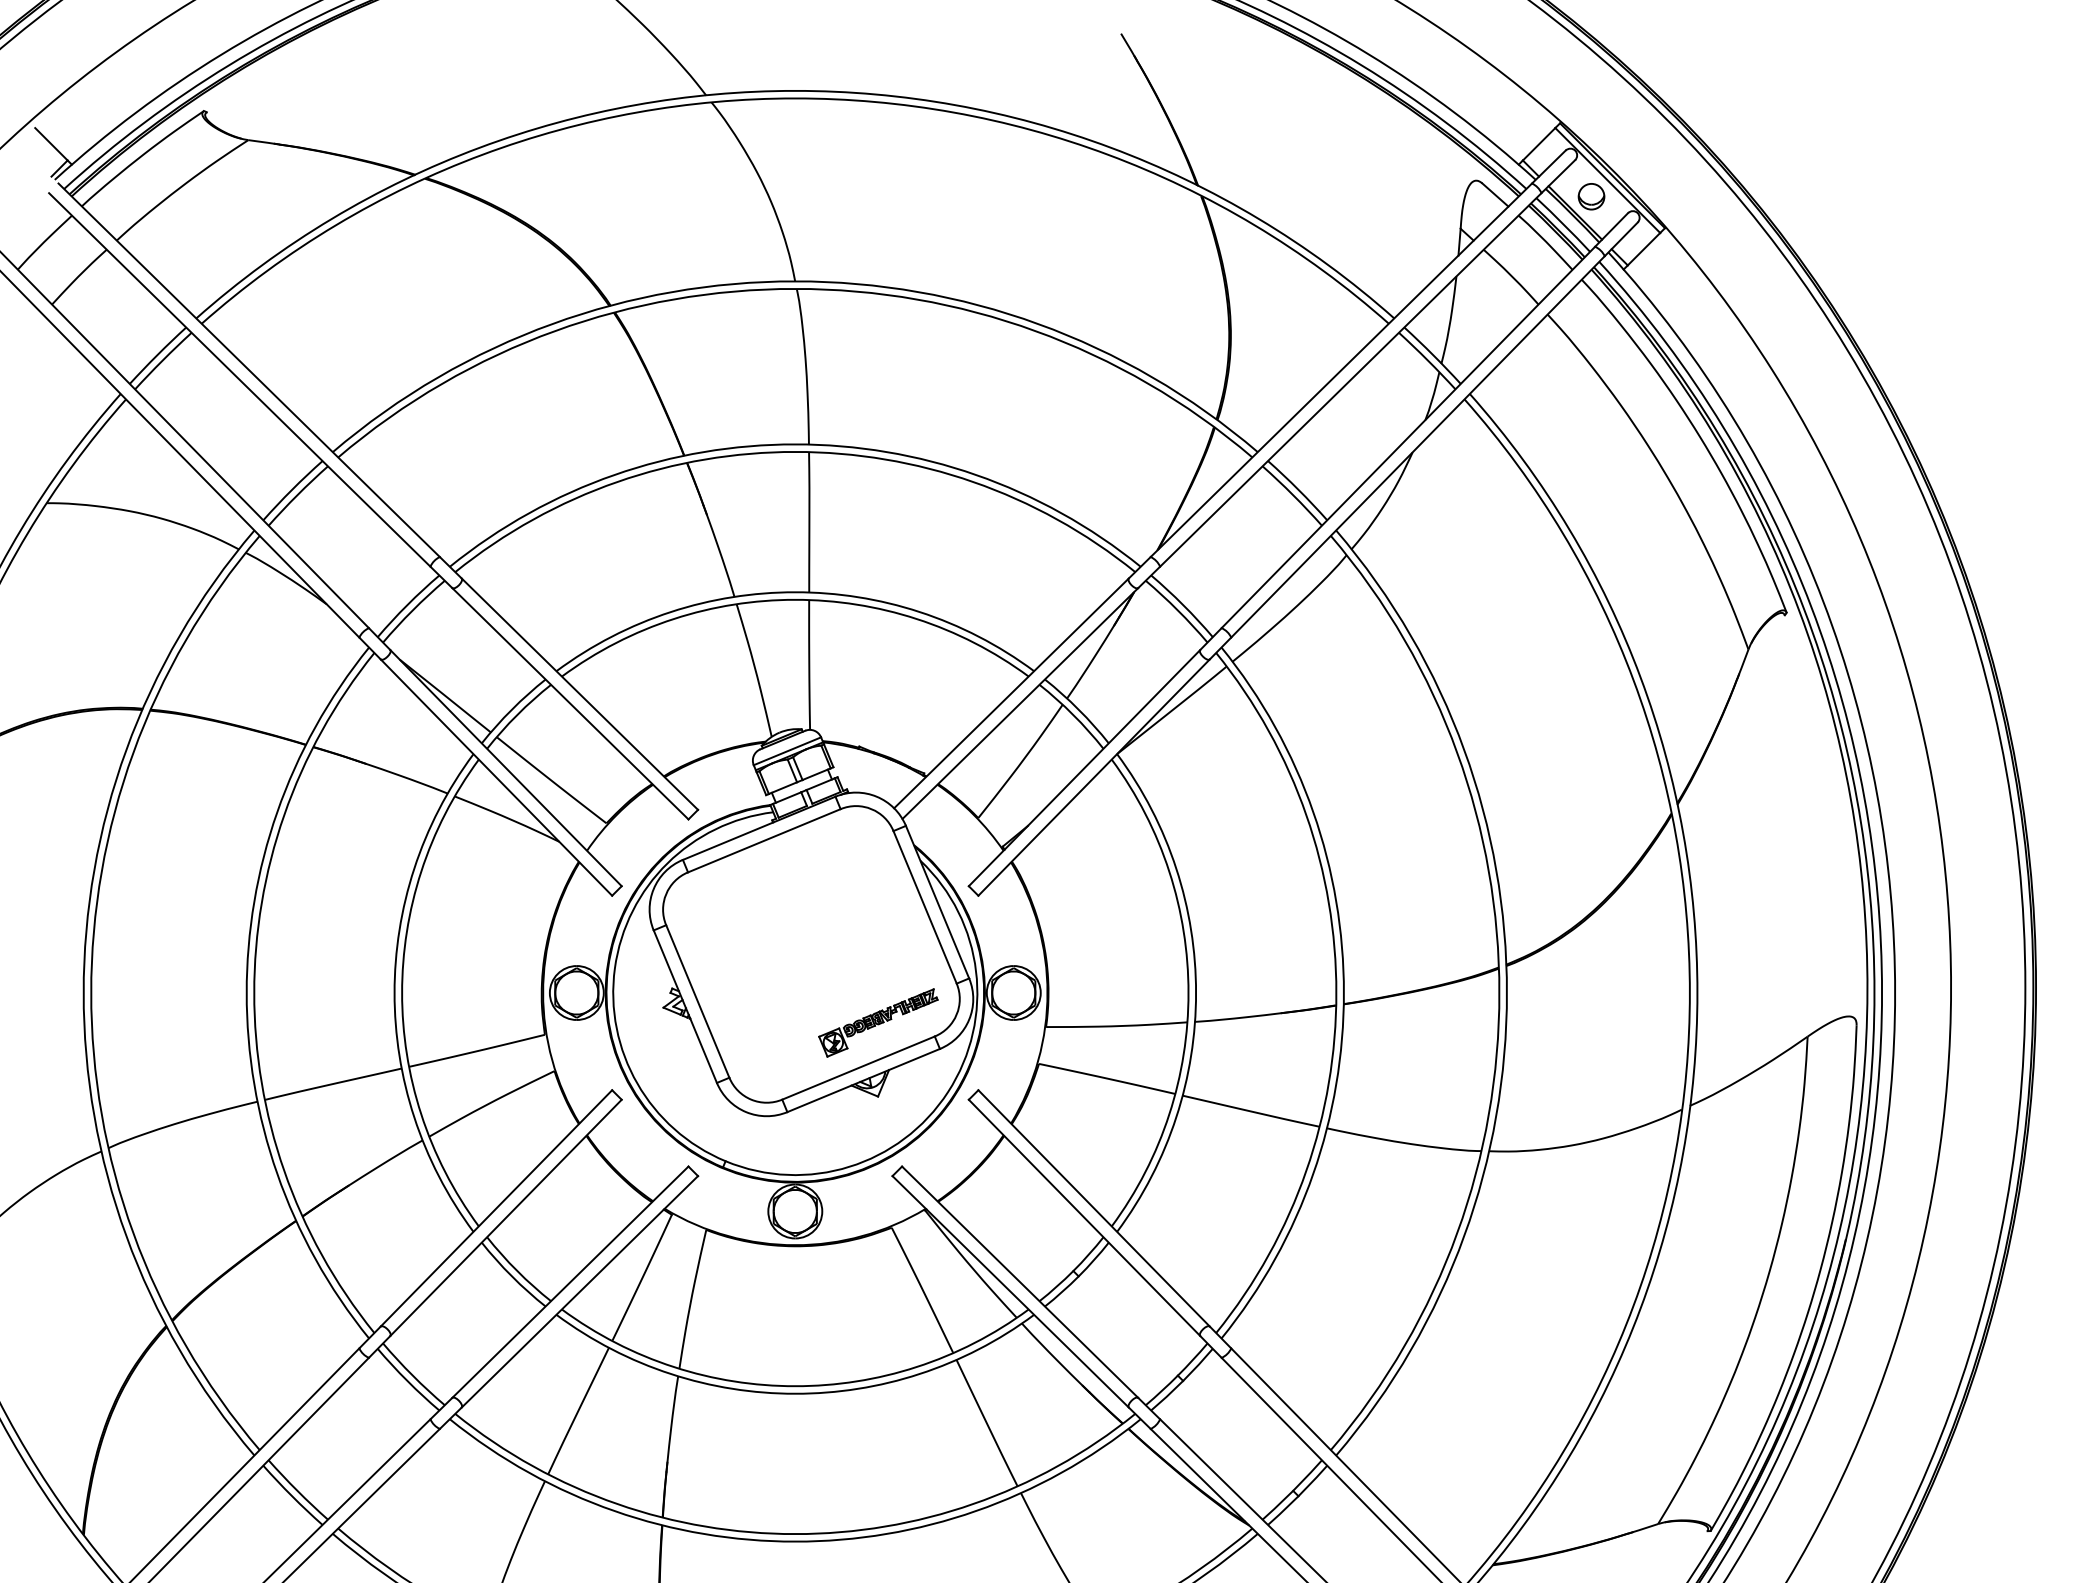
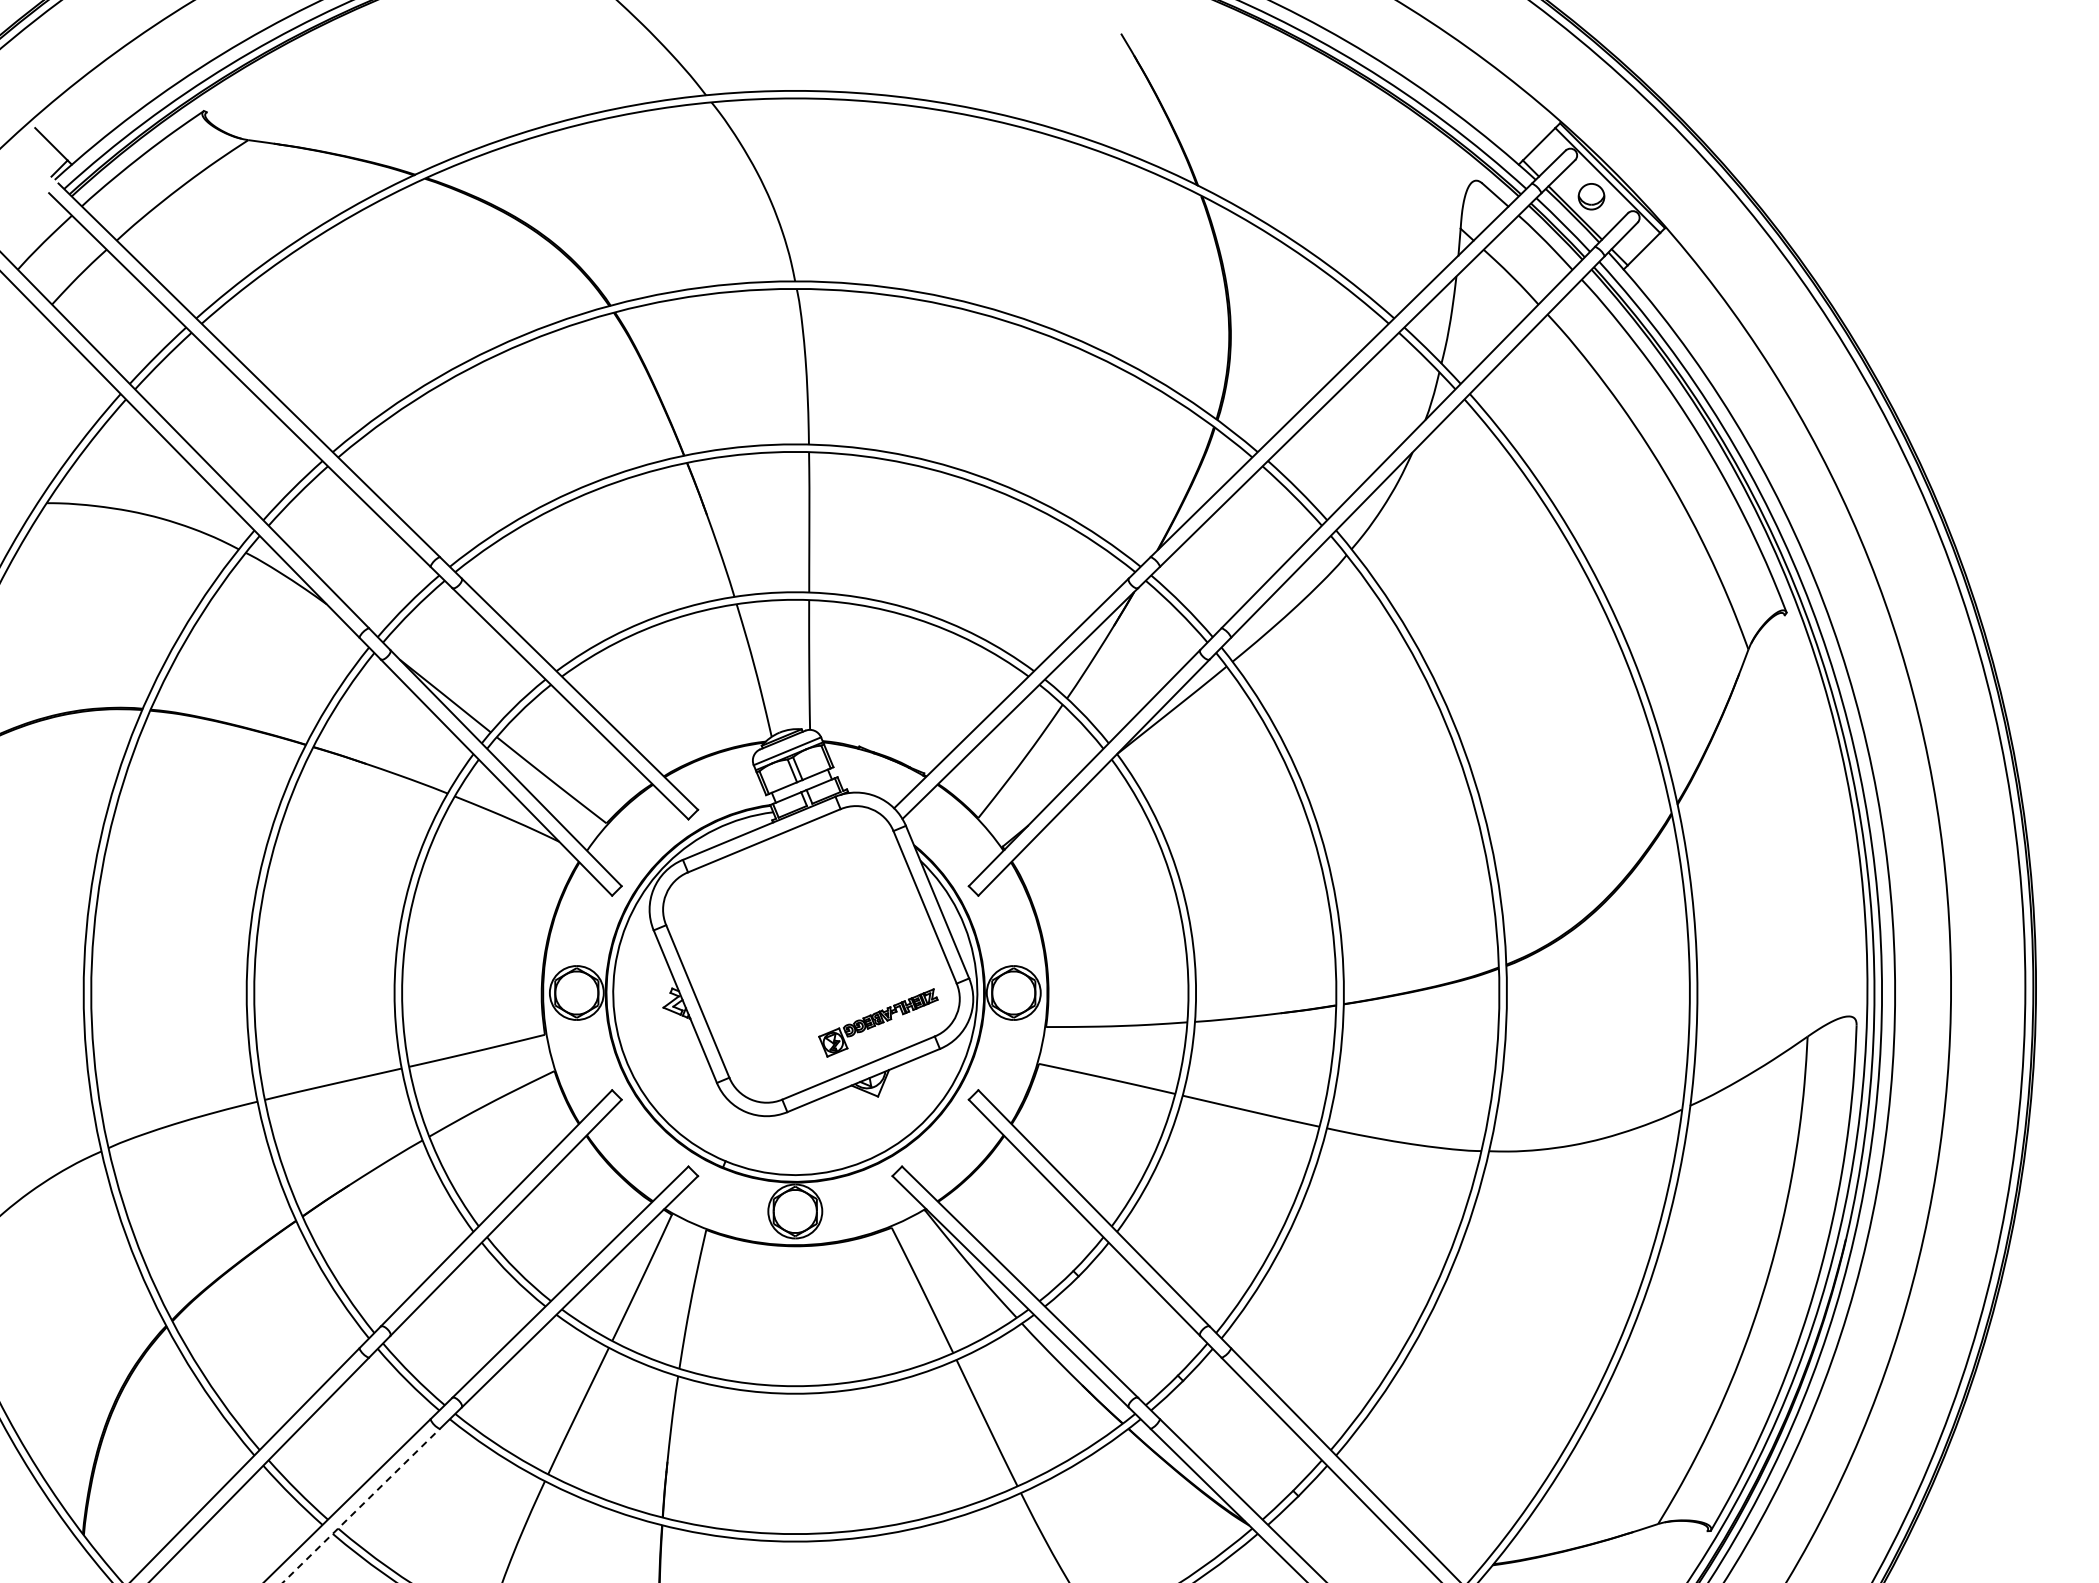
line at (361, 1505): solid -> dashed
